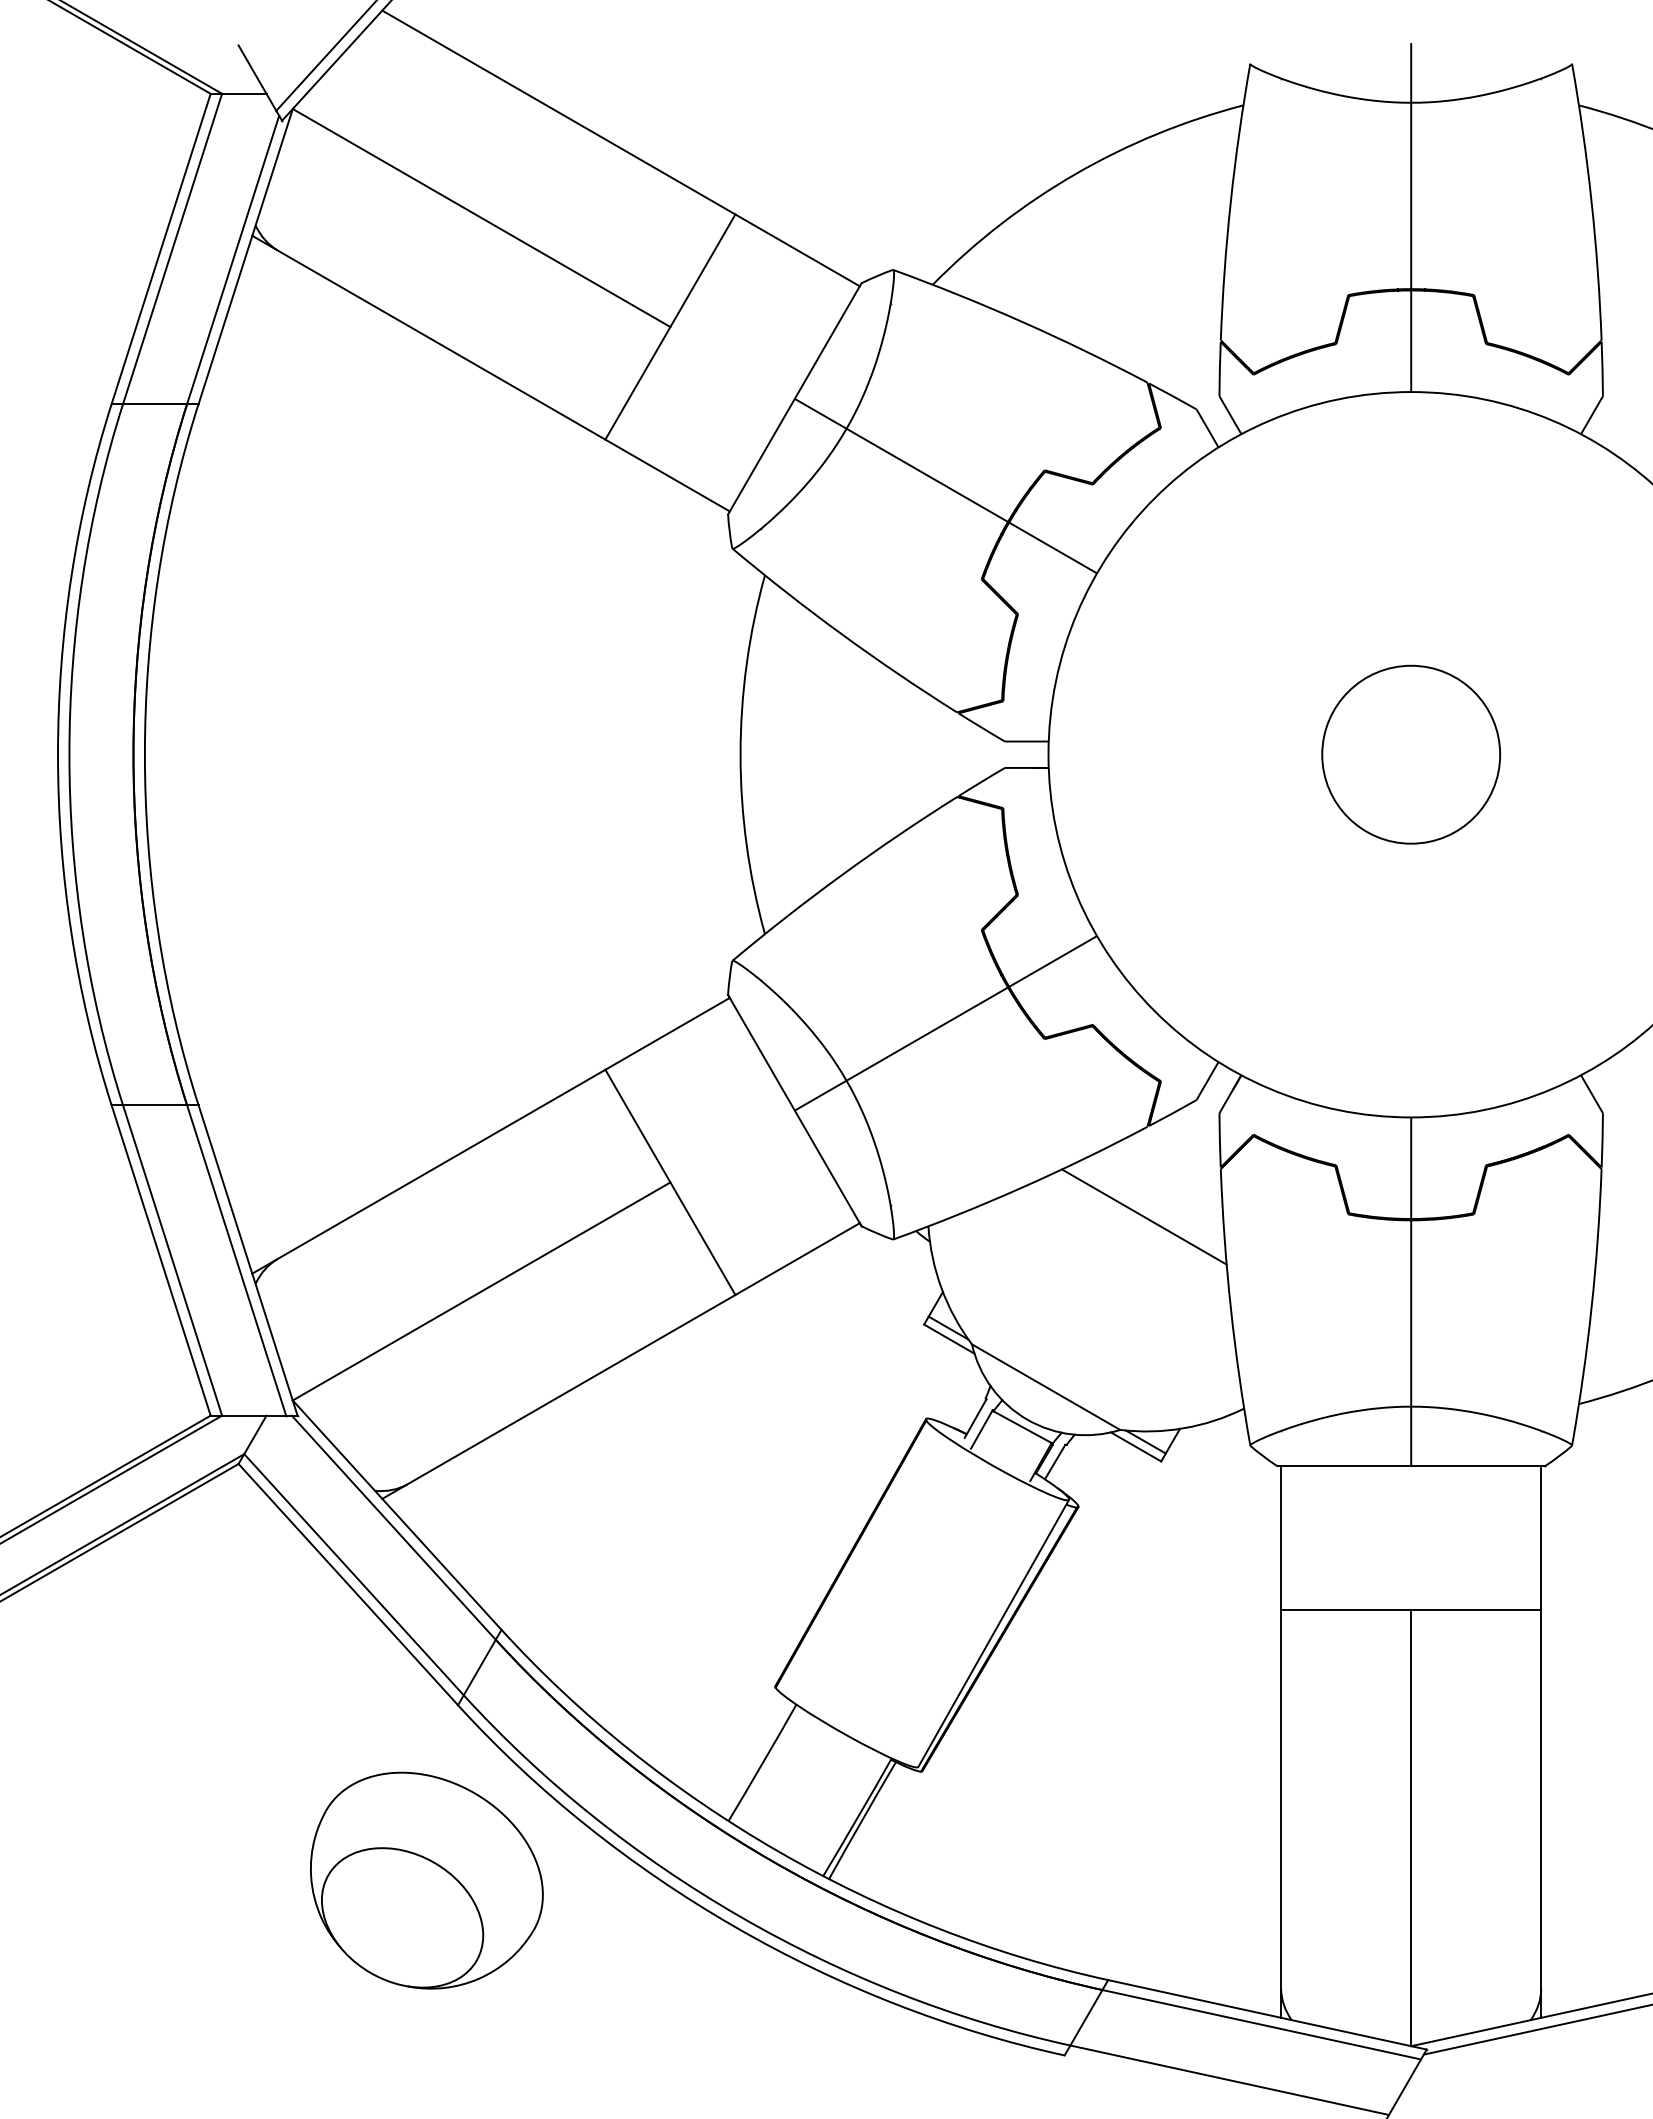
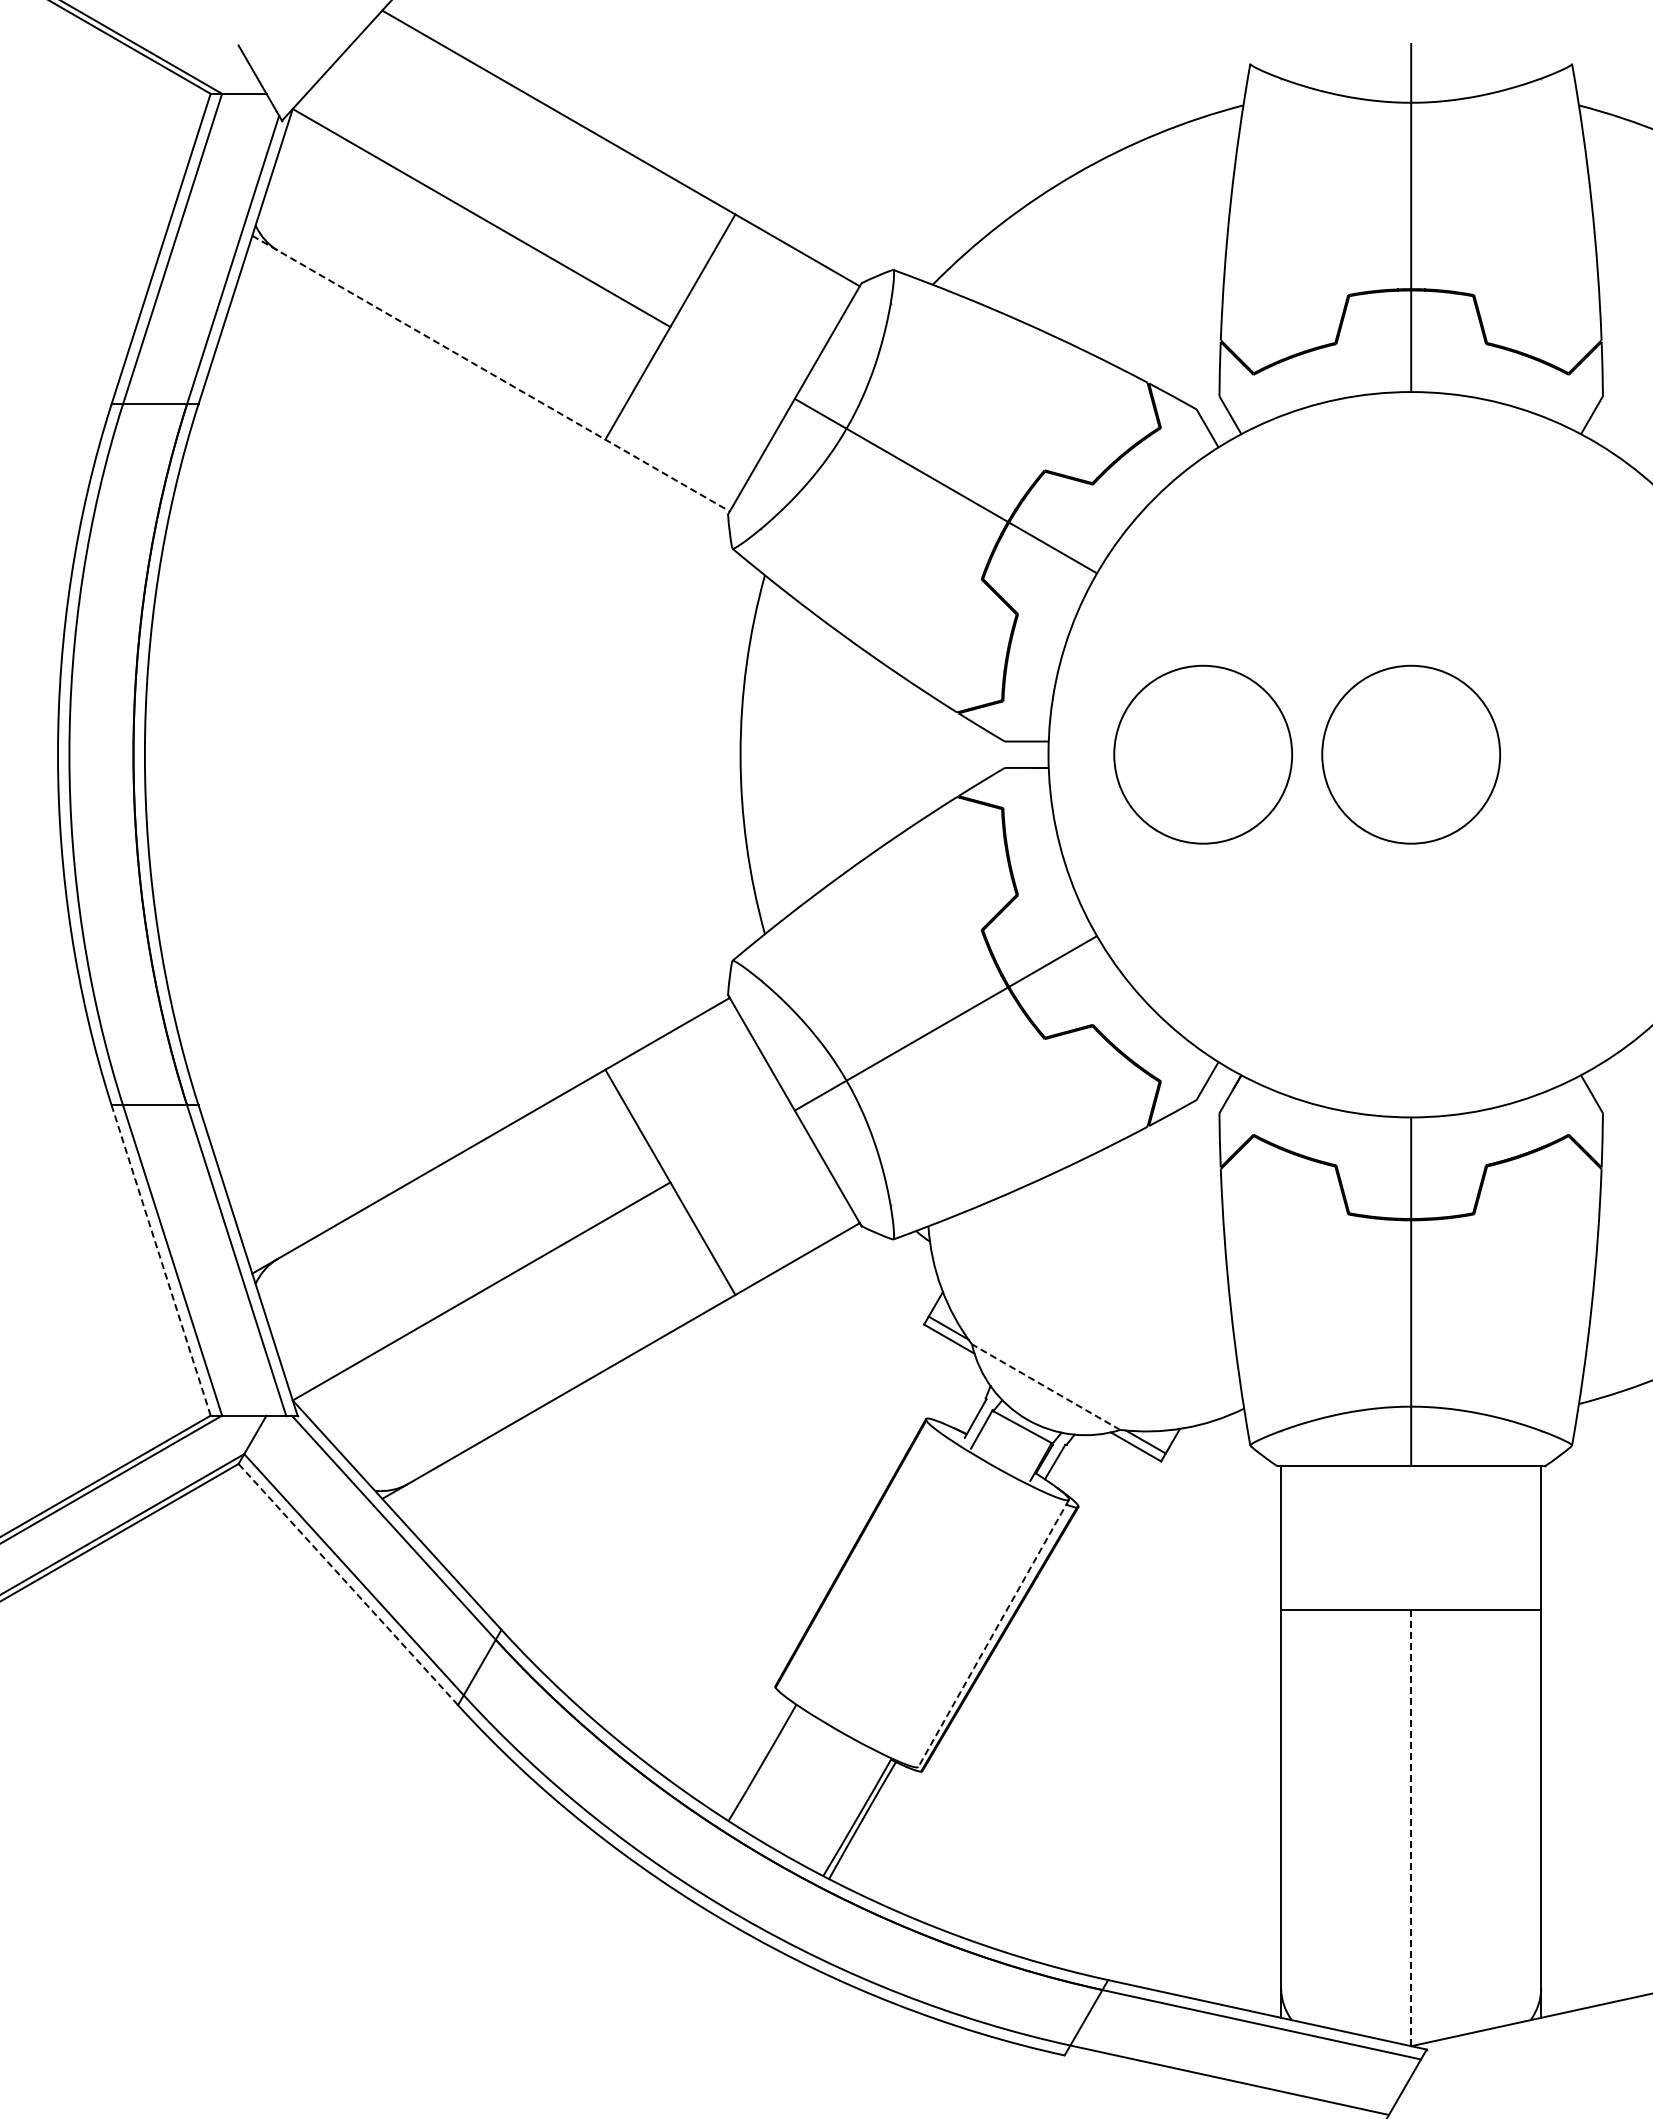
line at (325, 56): present -> none
line at (491, 373): solid -> dashed
circle at (1203, 754): none -> present
line at (1143, 1216): present -> none
line at (160, 1259): solid -> dashed
line at (1046, 1387): solid -> dashed
line at (348, 1584): solid -> dashed
line at (993, 1633): solid -> dashed
line at (1411, 1828): solid -> dashed
part at (426, 1880): present -> none
line at (1536, 2029): present -> none
